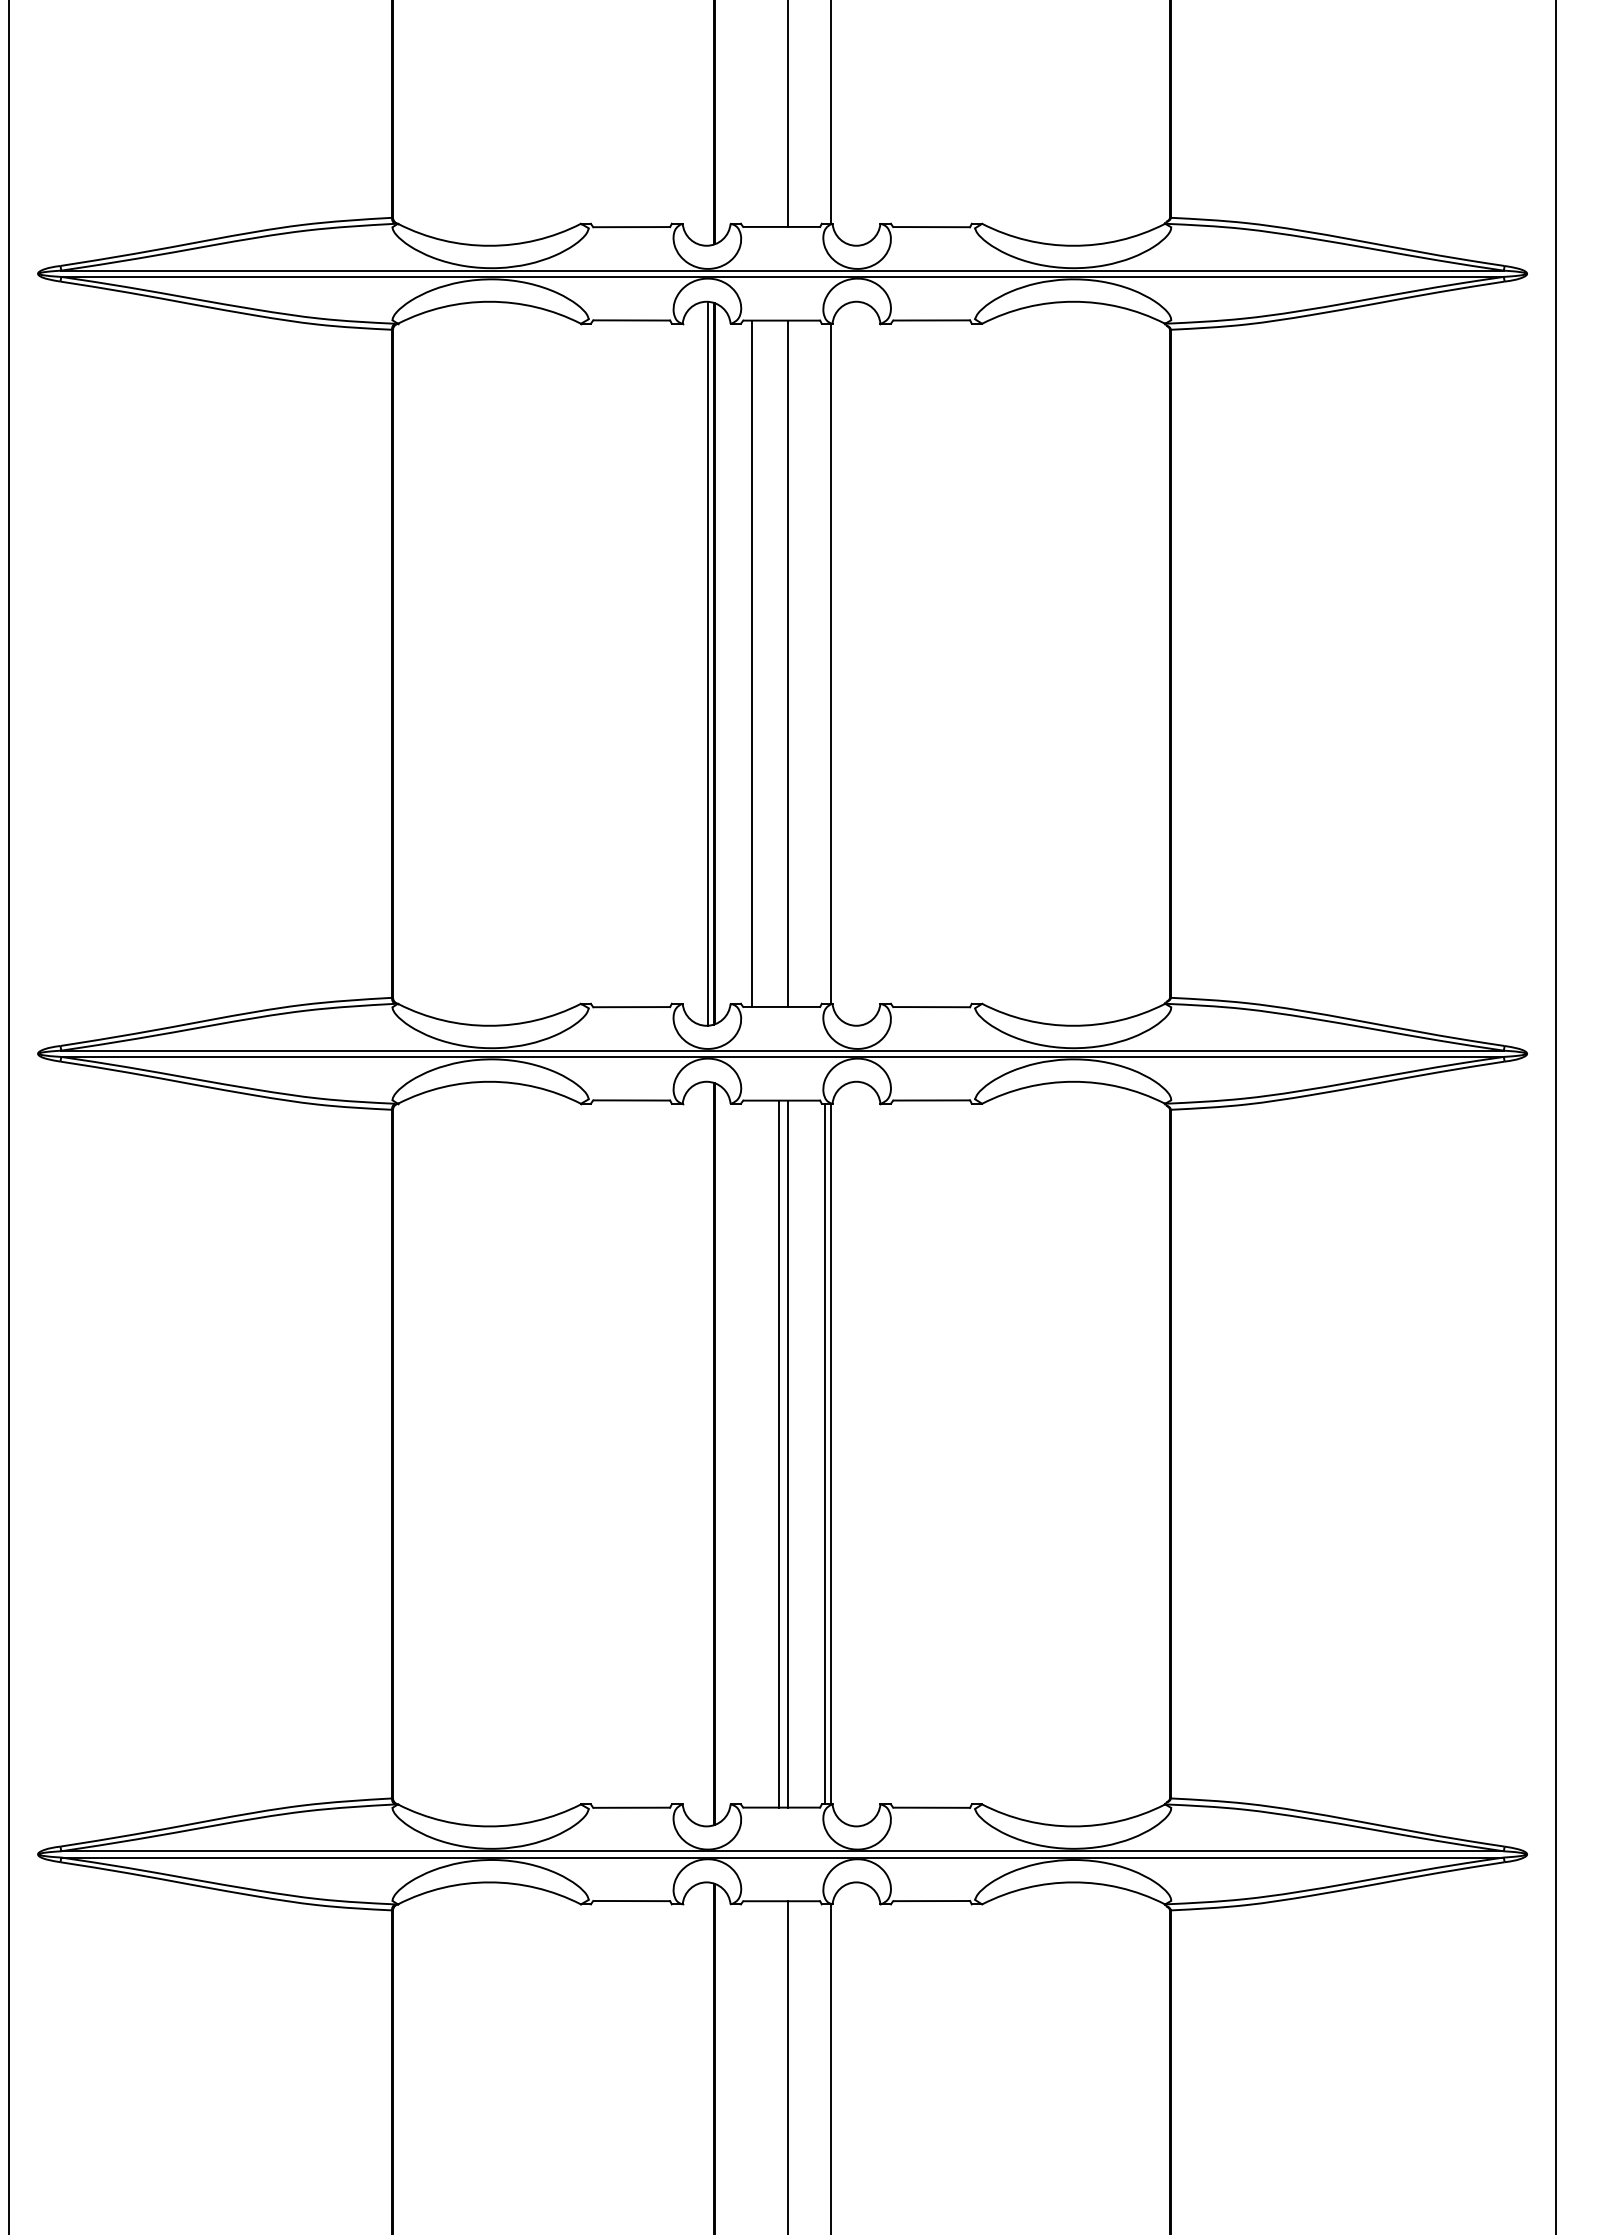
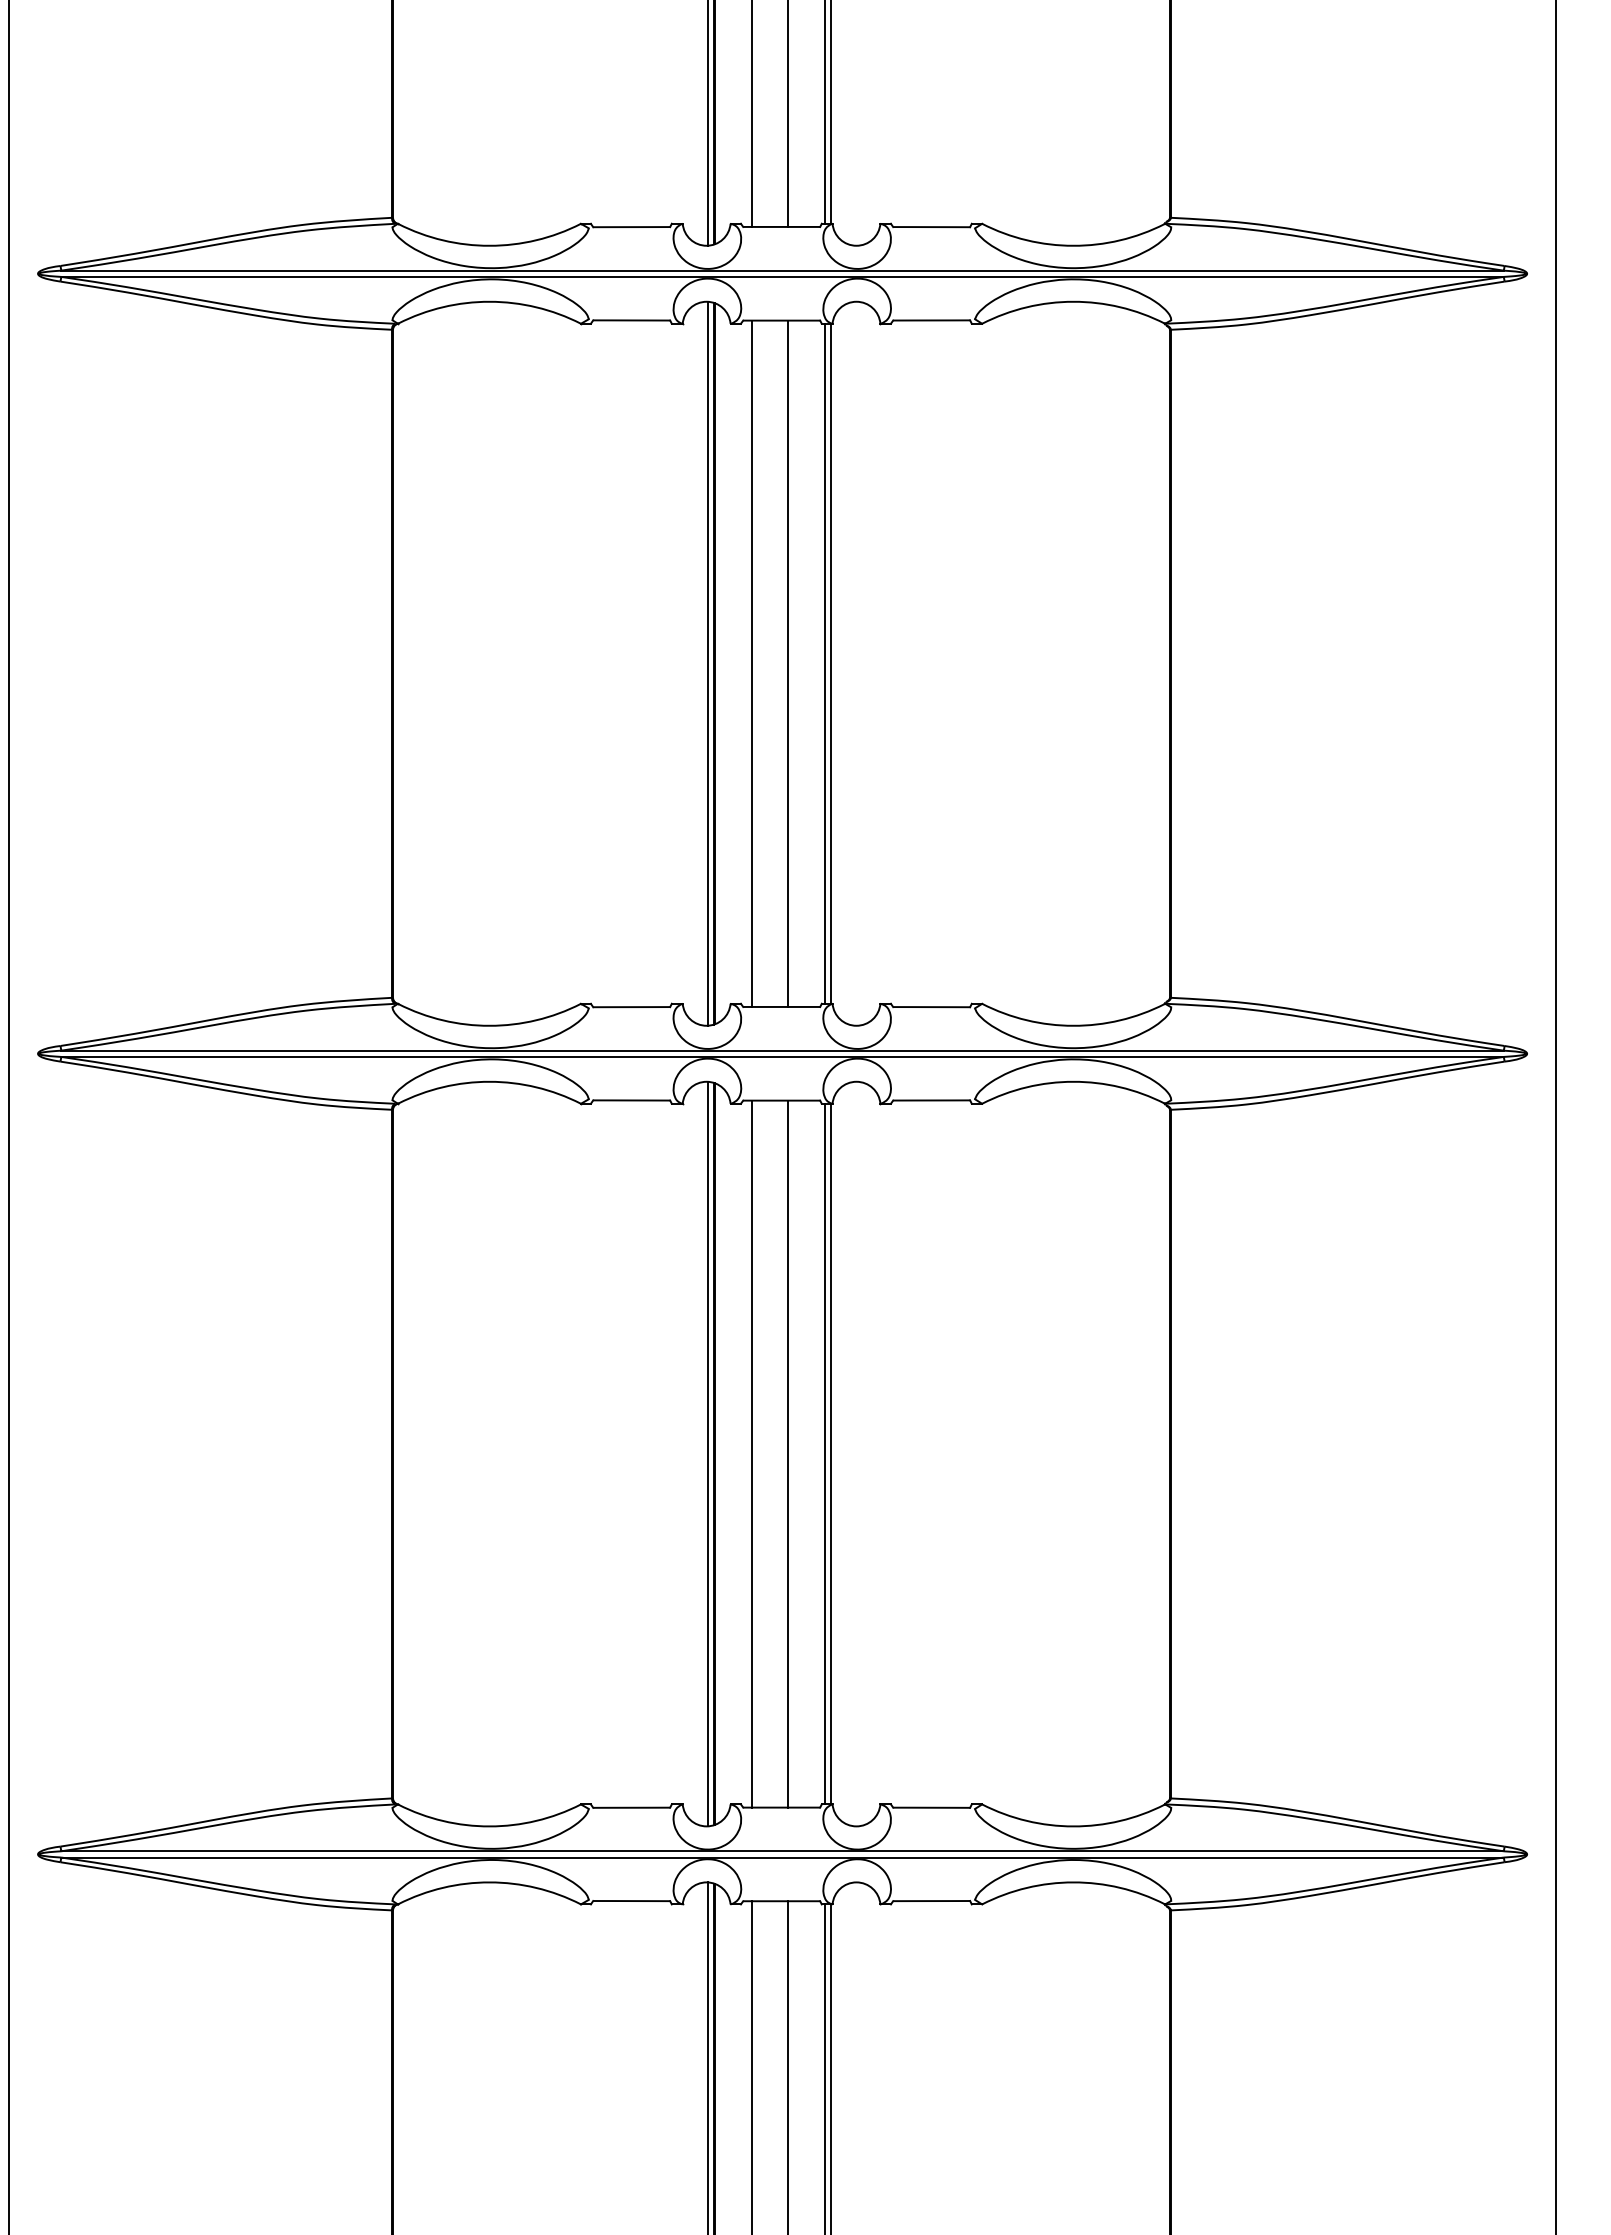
line at (825, 112): none -> present
line at (752, 114): none -> present
line at (708, 123): none -> present
line at (825, 663): none -> present
line at (708, 1453): none -> present
line at (779, 1453) position: (779, 1453) -> (752, 1453)
line at (708, 2056): none -> present
line at (752, 2066): none -> present
line at (825, 2067): none -> present
